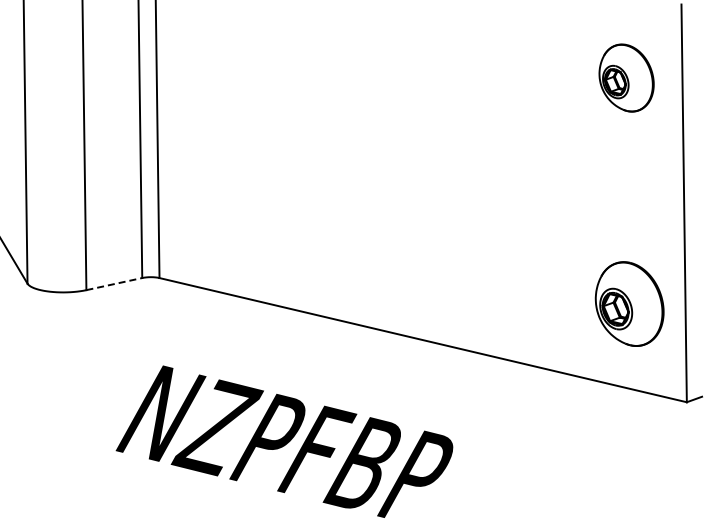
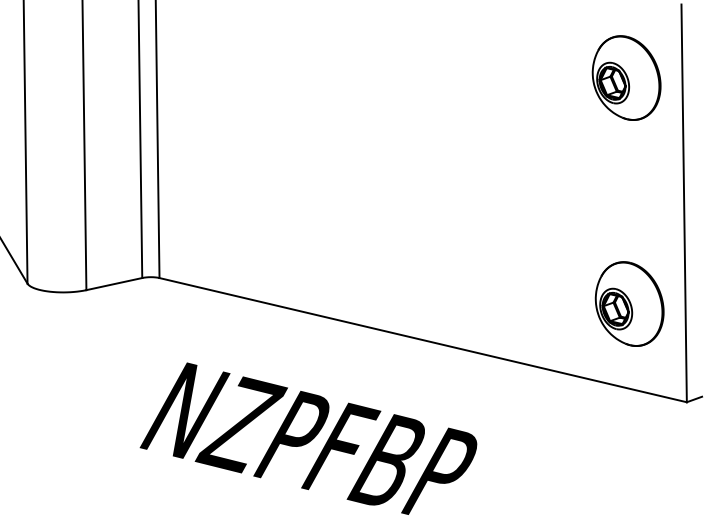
part at (626, 77) size: 57x70 px -> 71x86 px
line at (114, 284): dashed -> solid
text at (284, 441) position: (284, 441) -> (308, 438)
